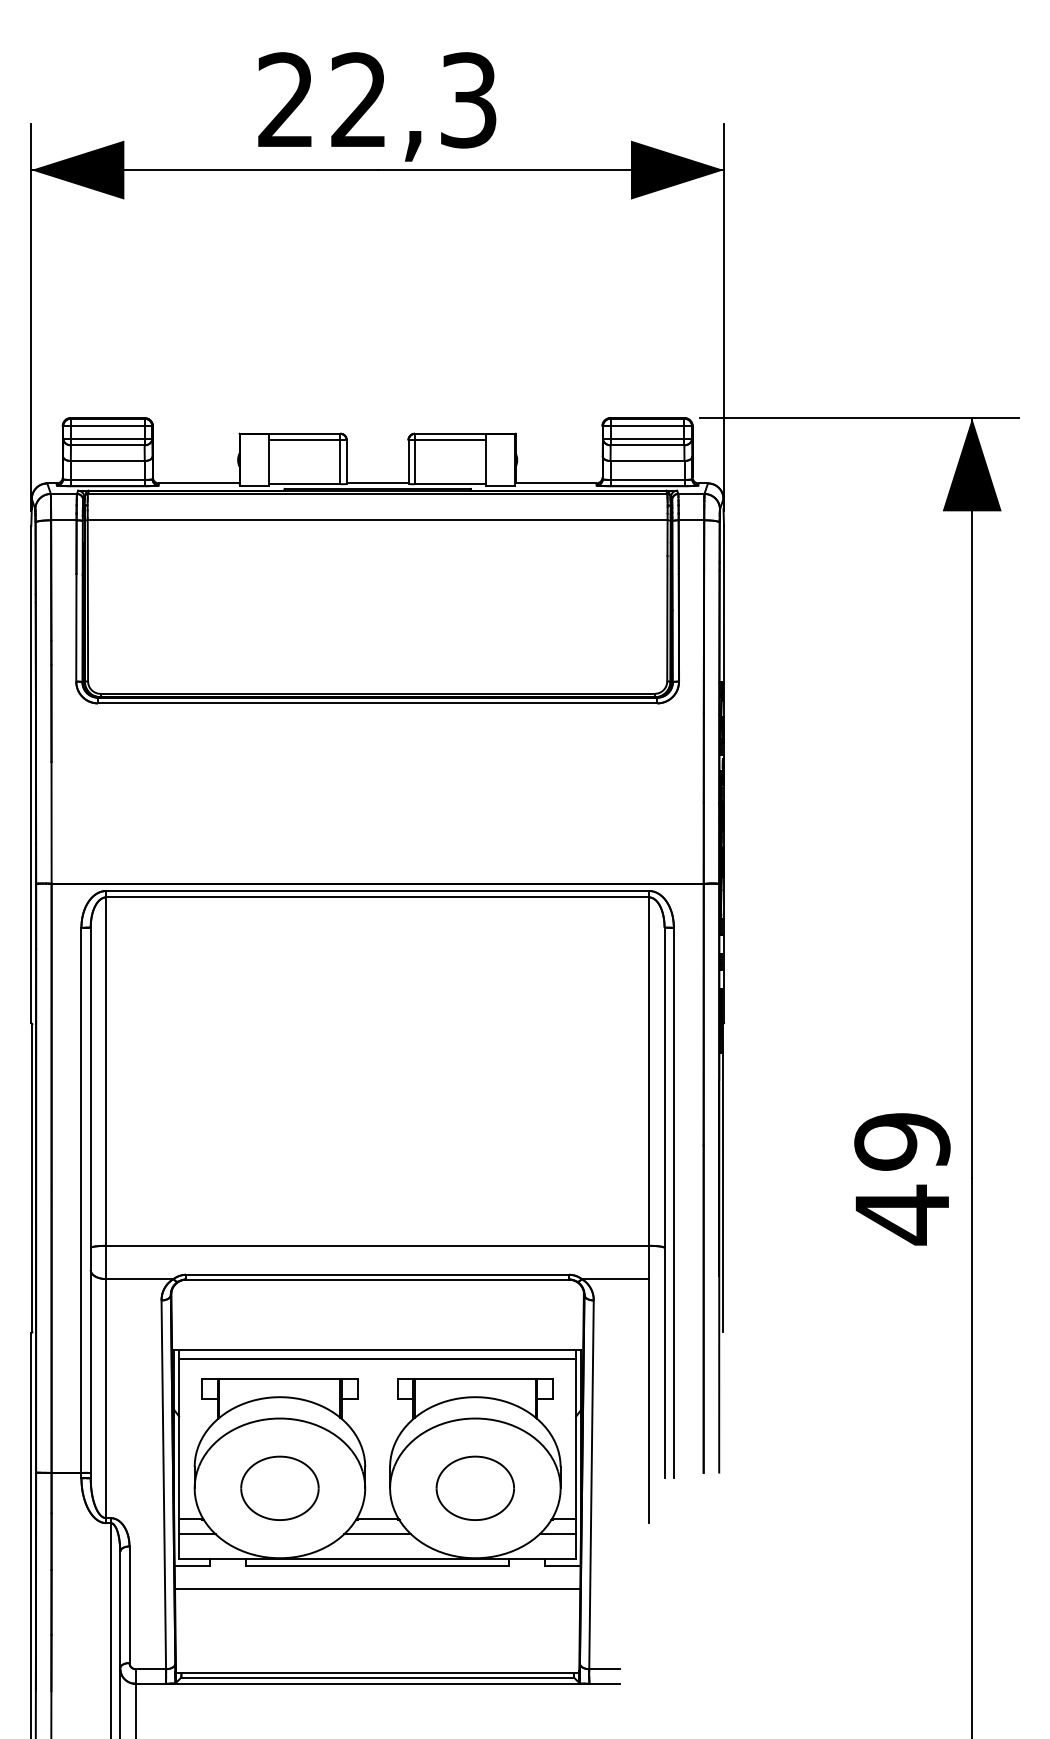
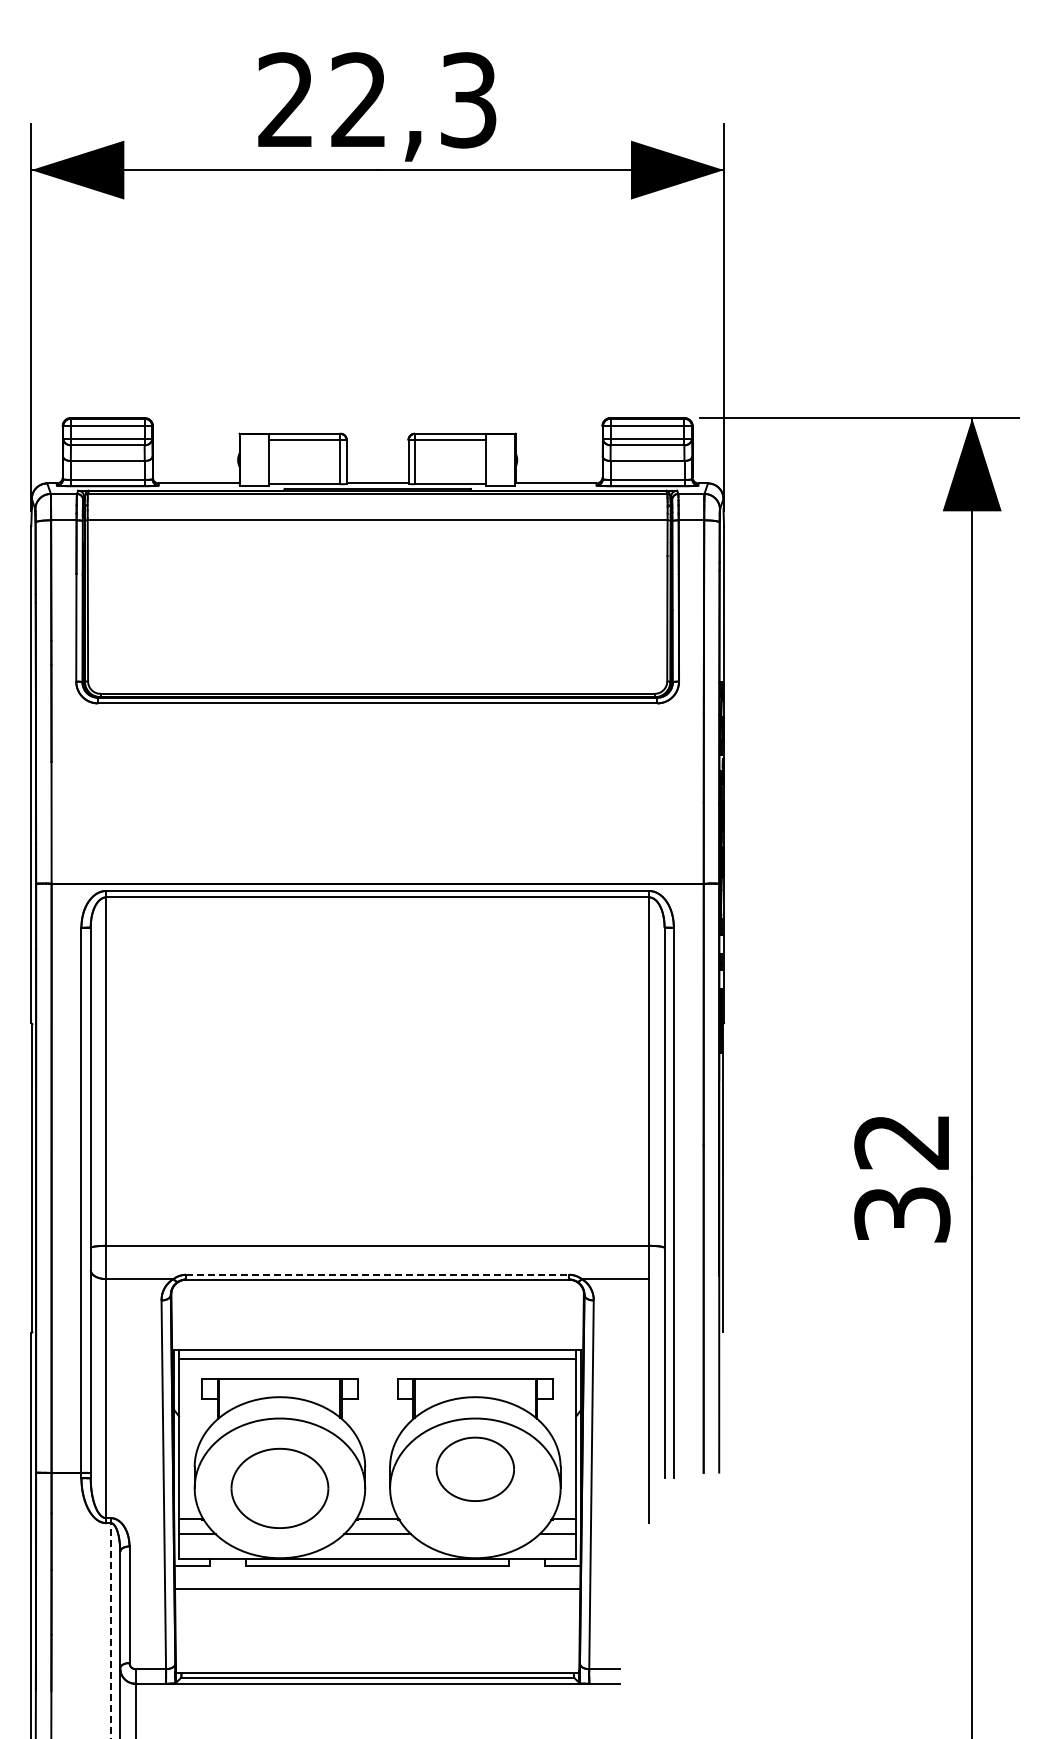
text at (902, 1179): 49 -> 32
line at (377, 1274): solid -> dashed
part at (279, 1487) size: 80x66 px -> 100x82 px
part at (474, 1487) position: (474, 1487) -> (474, 1468)
line at (110, 1628): solid -> dashed
